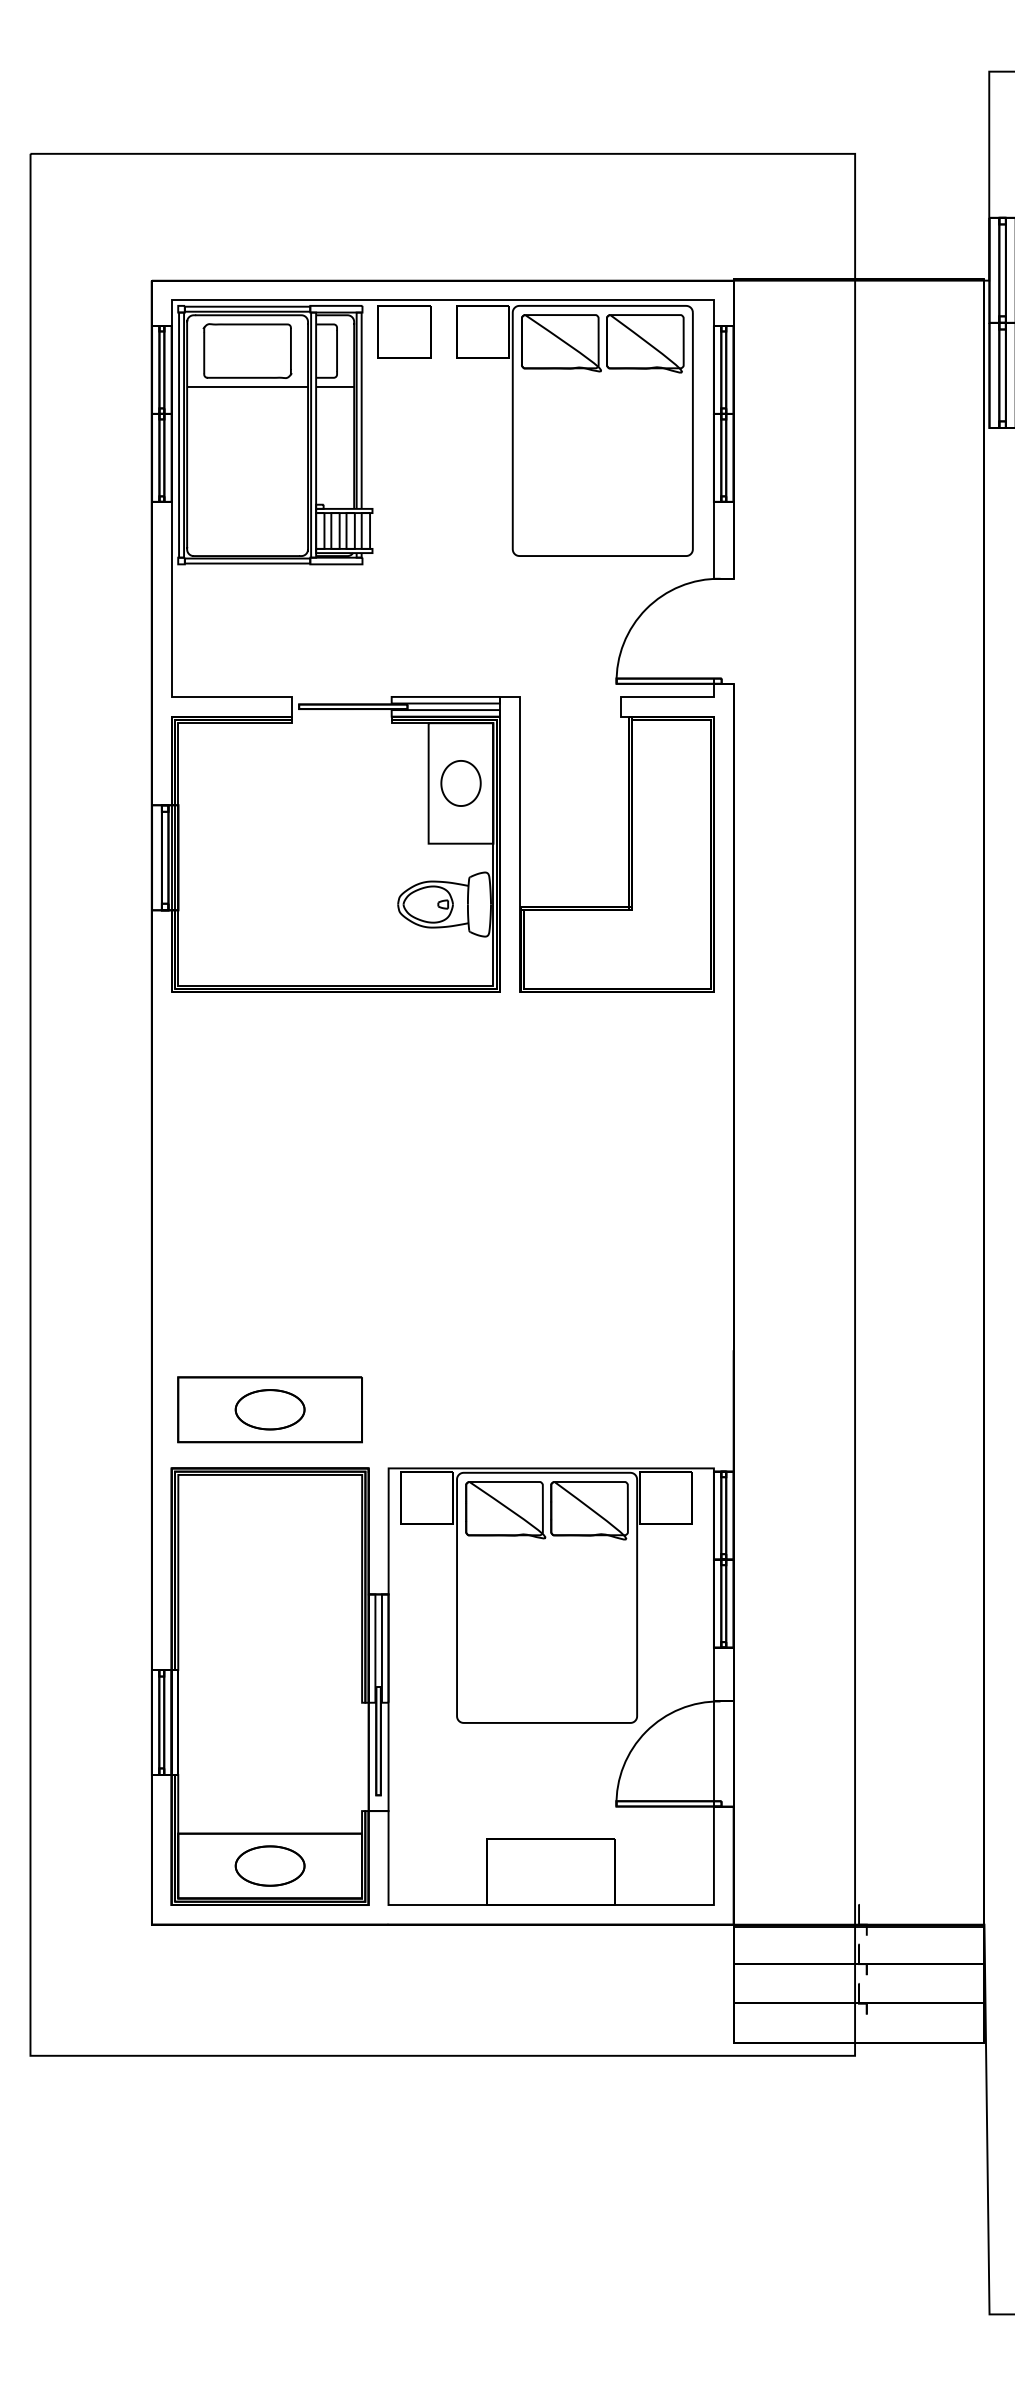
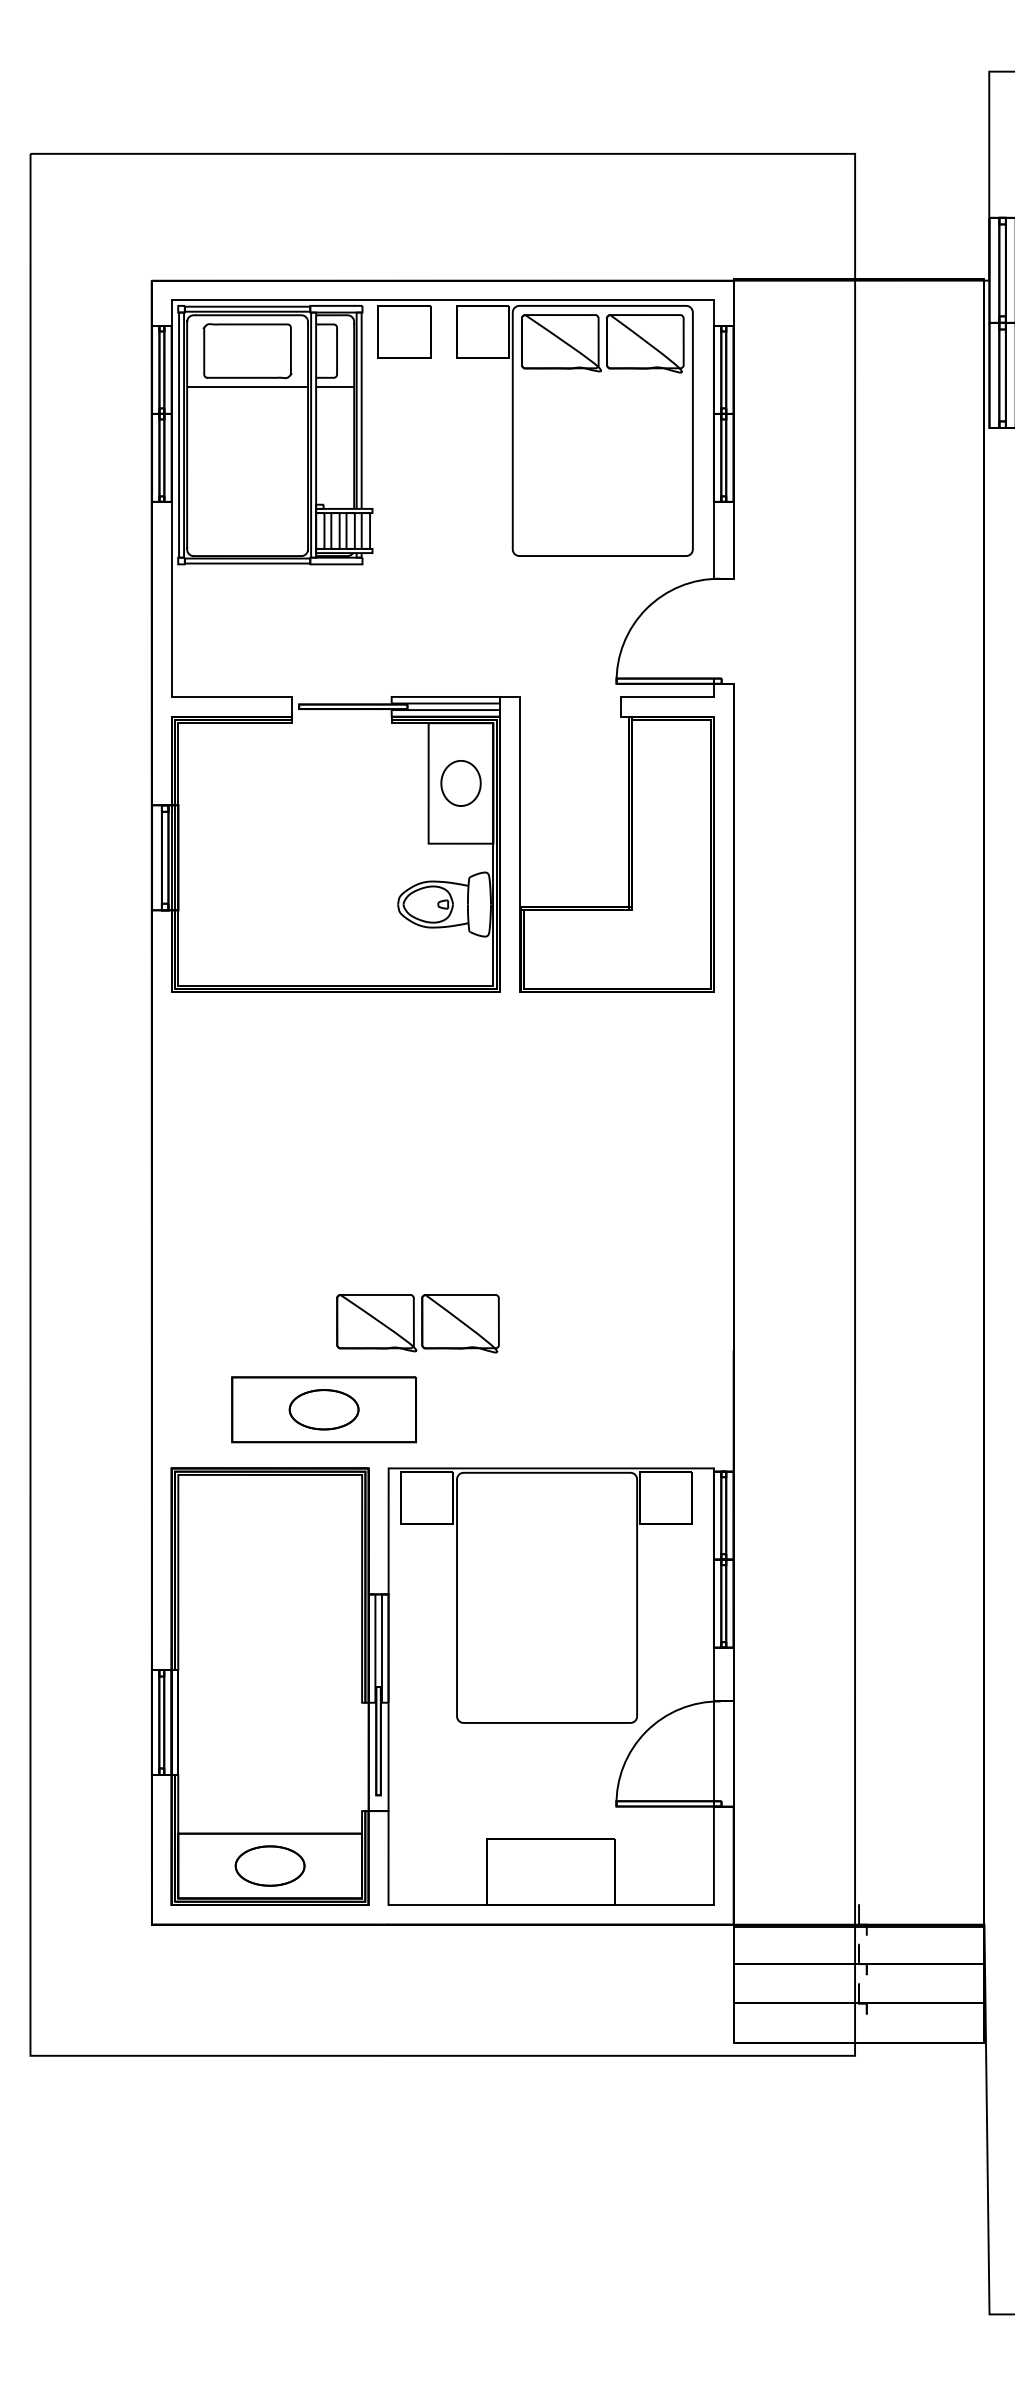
part at (269, 1409) position: (269, 1409) -> (323, 1409)
part at (546, 1510) position: (546, 1510) -> (417, 1323)
